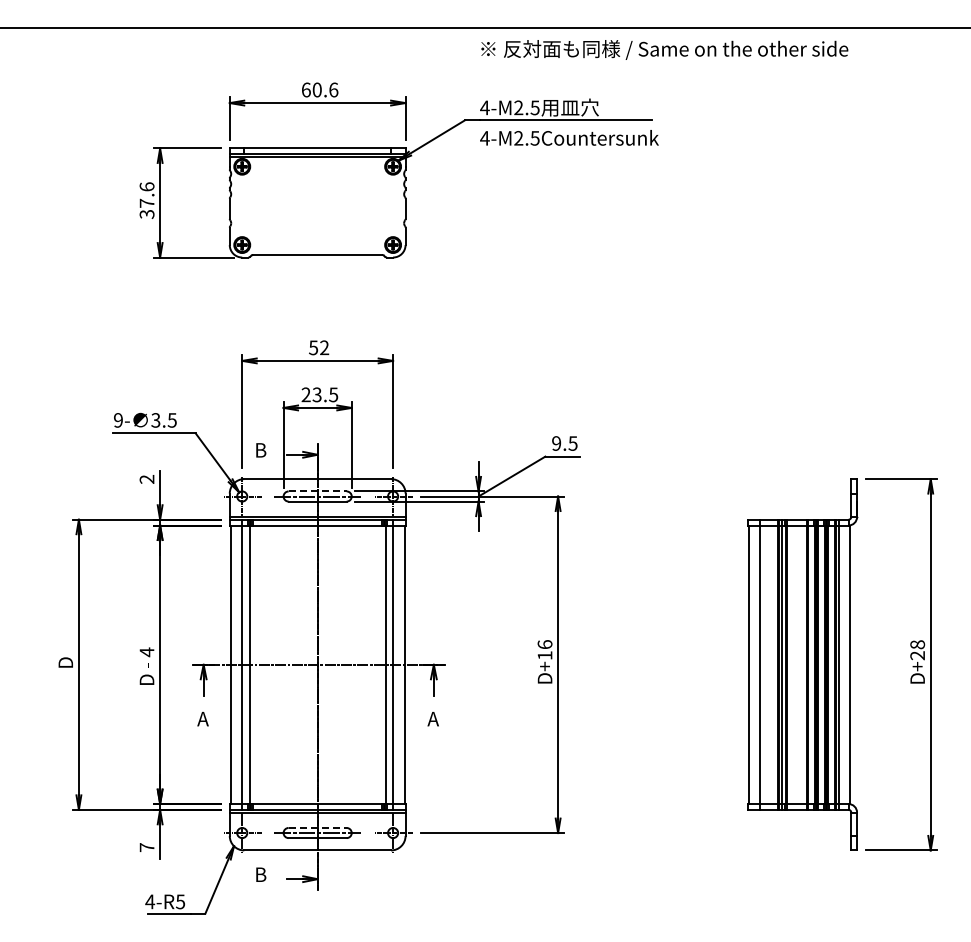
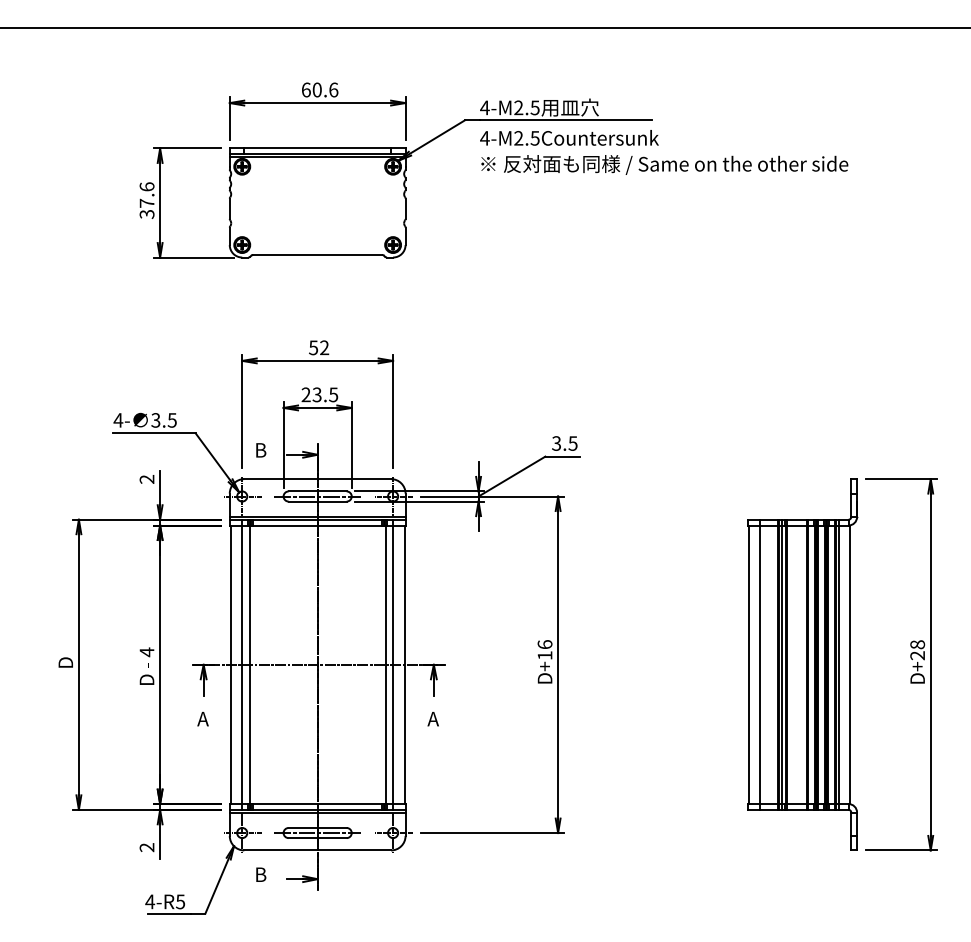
text at (664, 49) position: (664, 49) -> (664, 164)
text at (118, 420): 9- -> 4-
text at (556, 443): 9.5 -> 3.5
line at (318, 491): dashed -> solid
line at (318, 827): dashed -> solid
text at (146, 847): 7 -> 2
